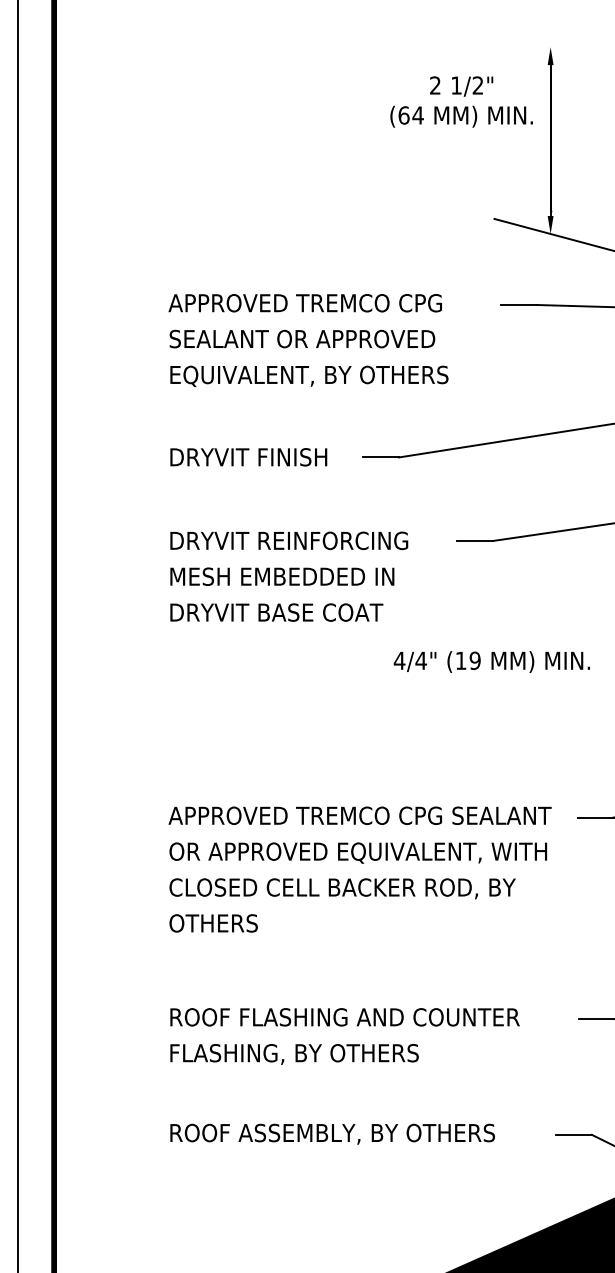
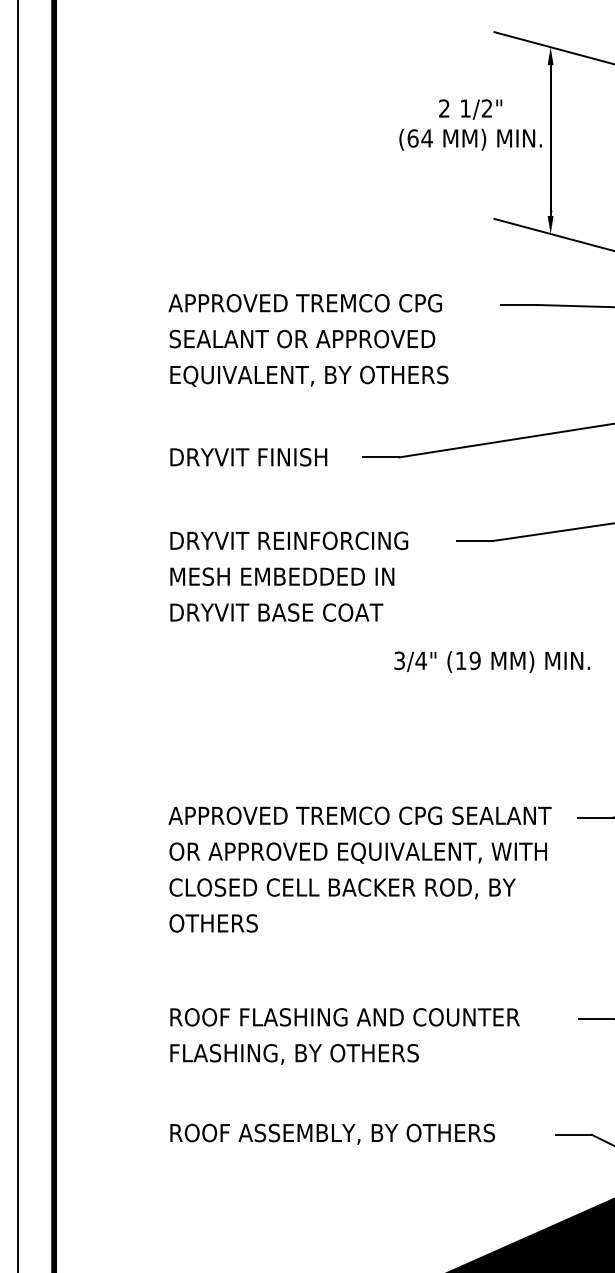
line at (552, 47): none -> present
text at (461, 101) position: (461, 101) -> (470, 124)
text at (399, 660): 4/4" -> 3/4"
